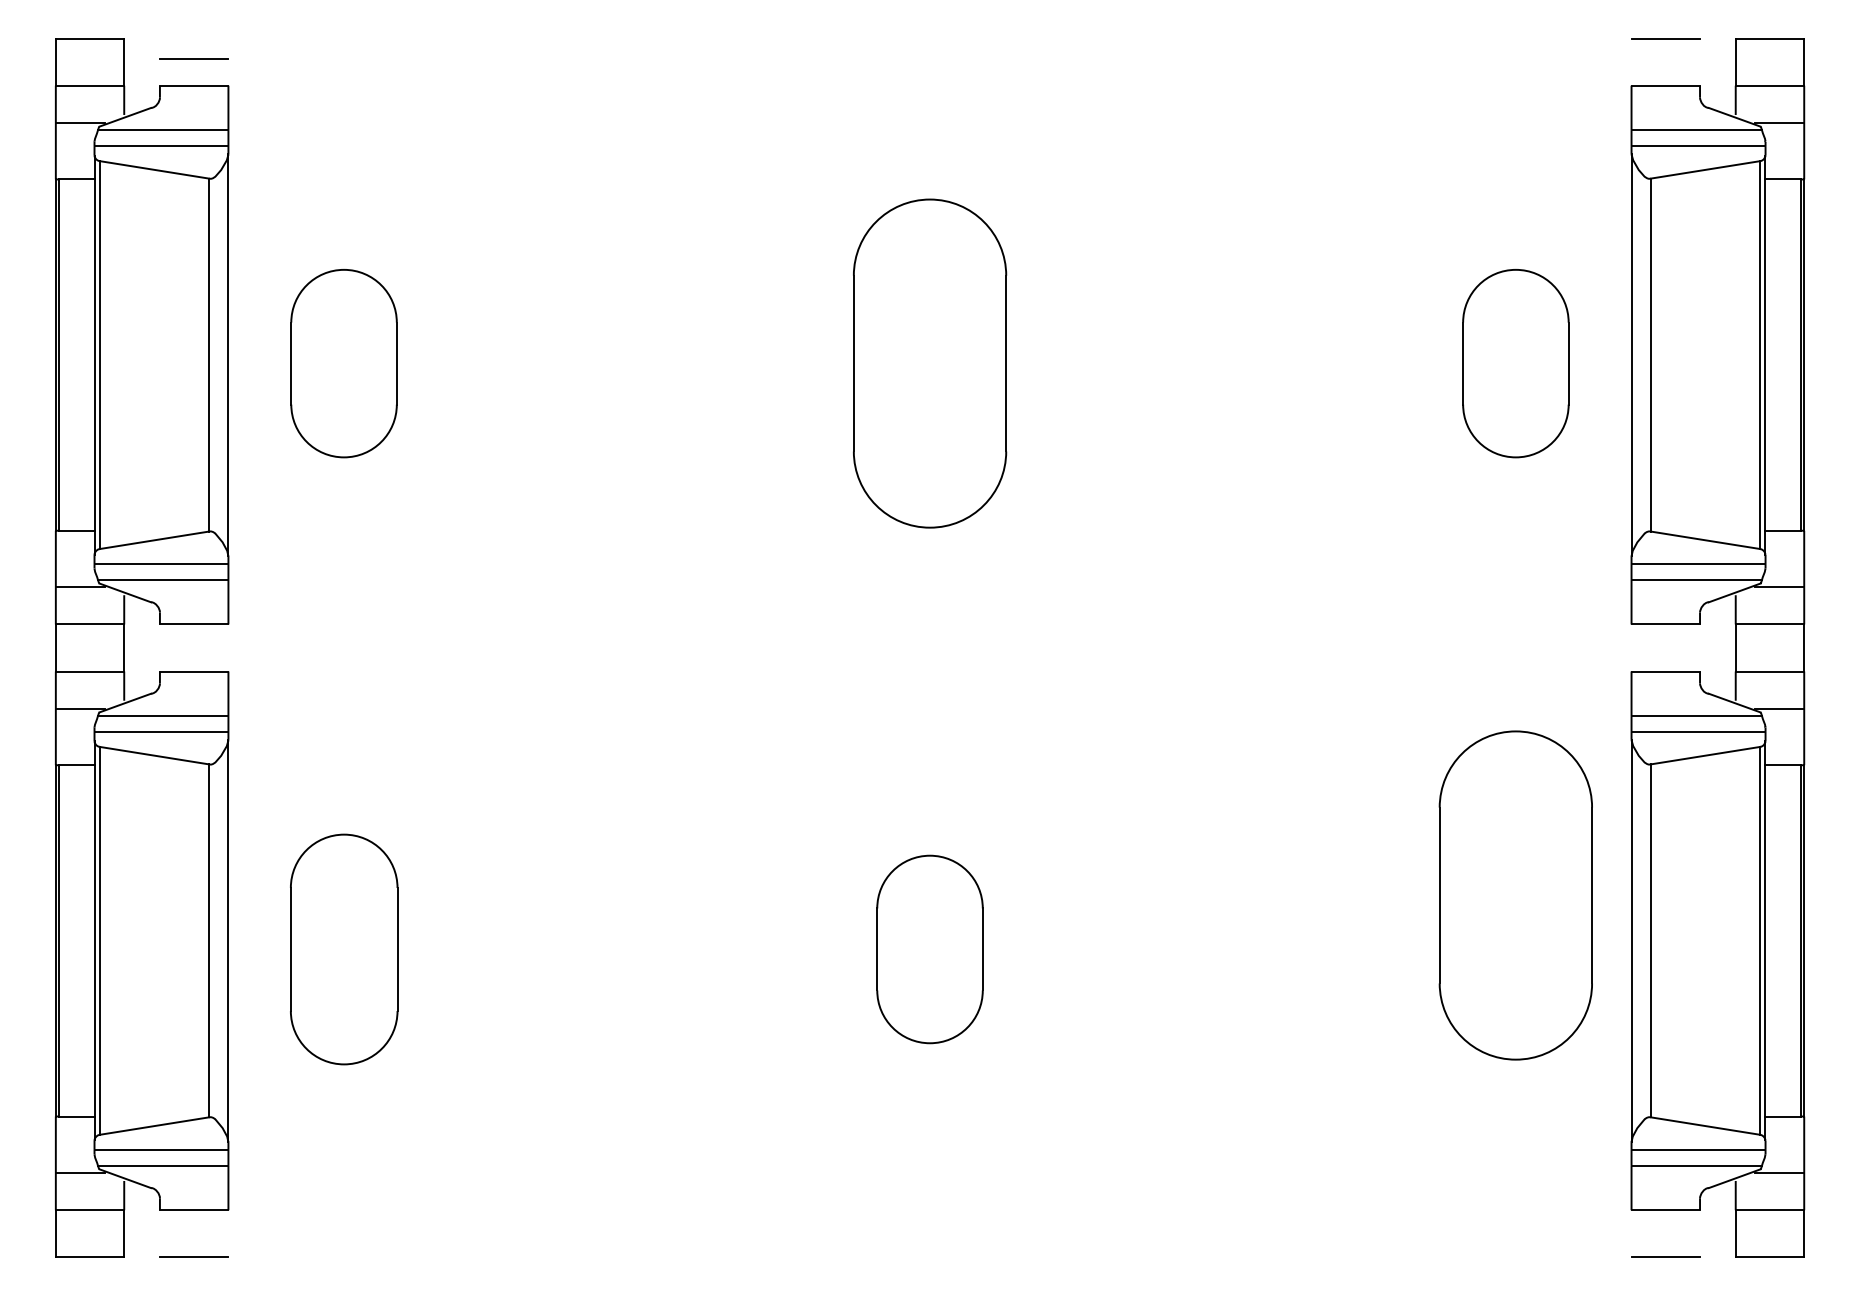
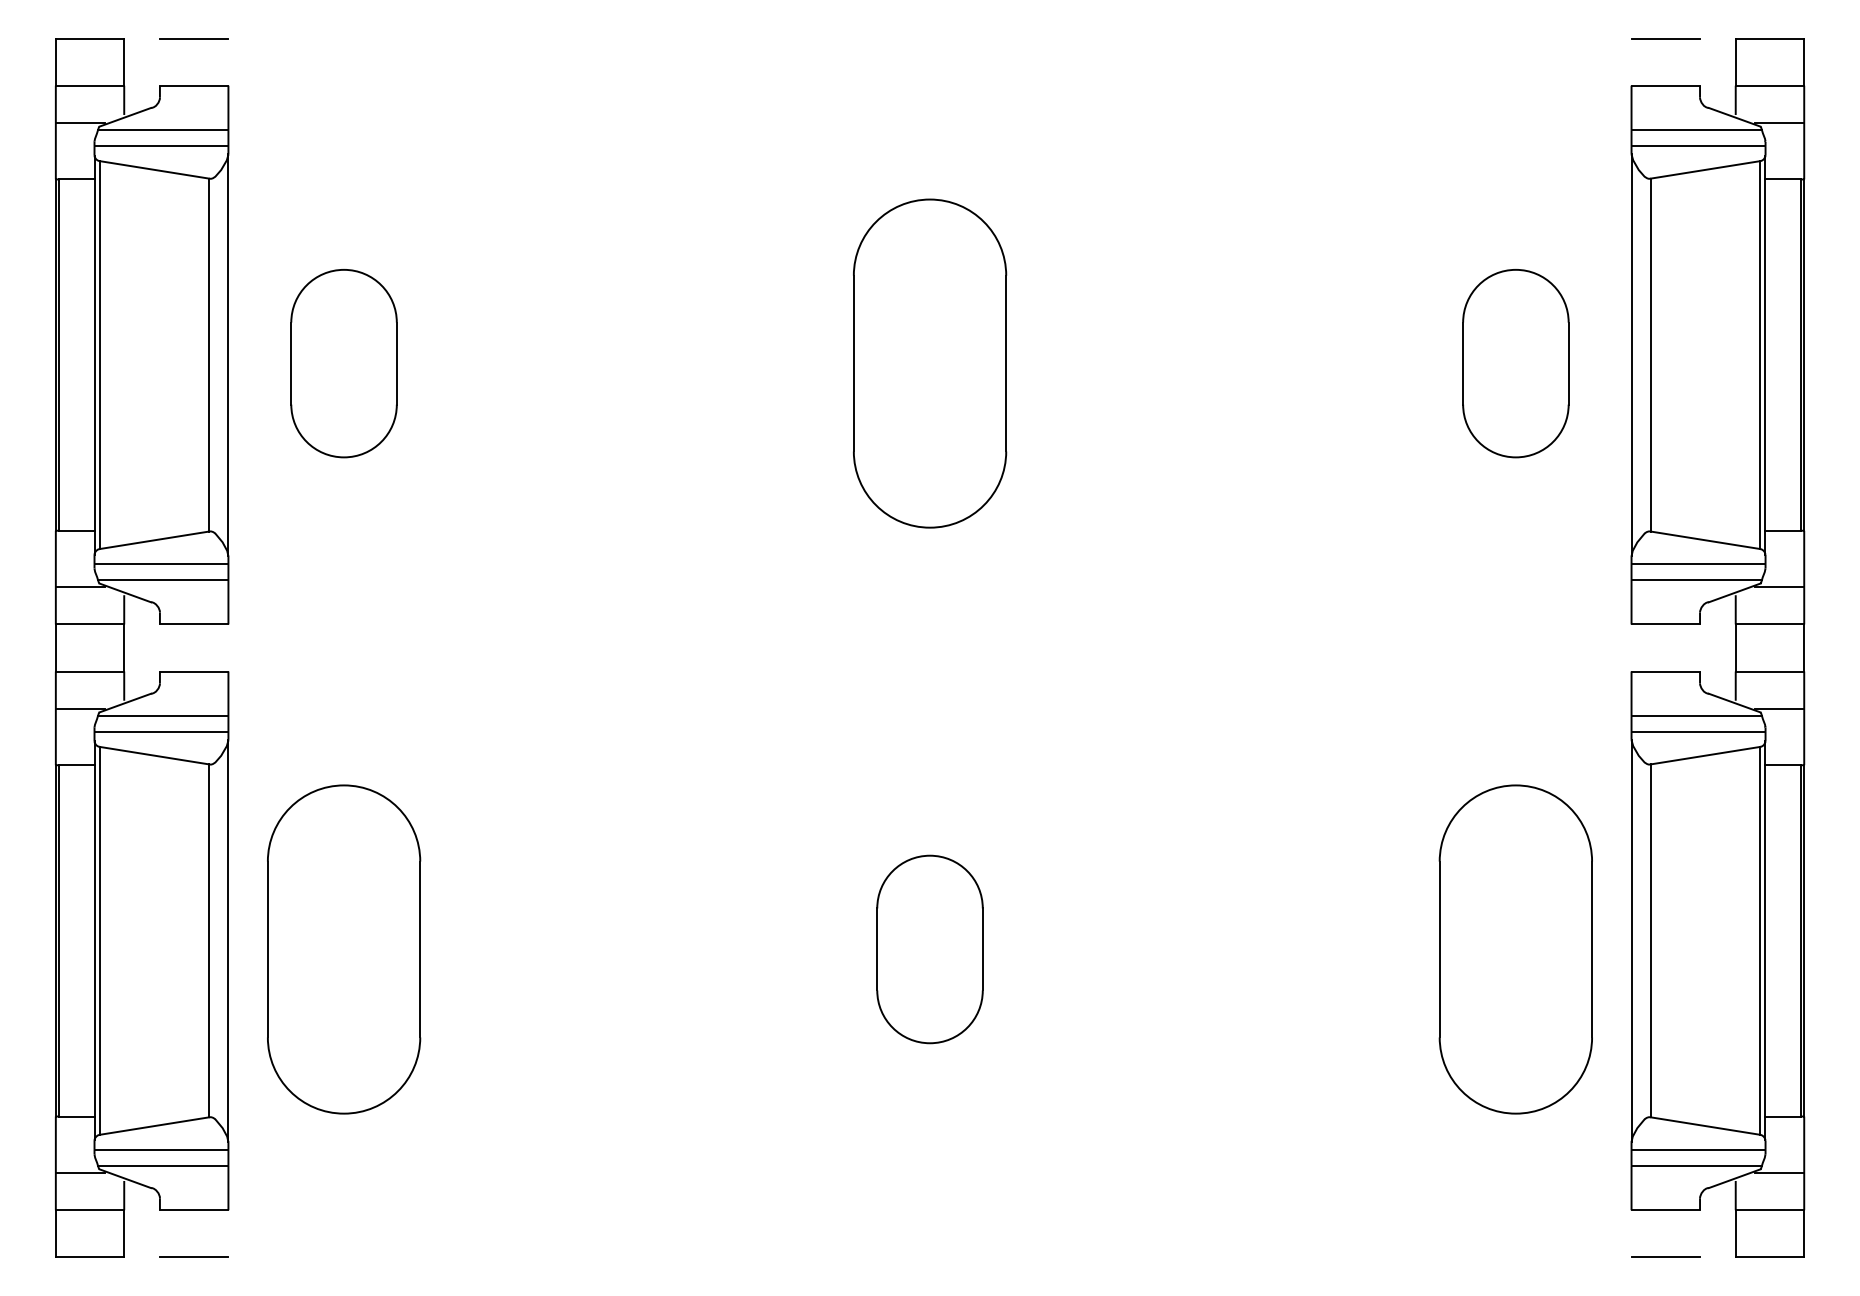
line at (193, 58) position: (193, 58) -> (193, 38)
part at (1515, 895) position: (1515, 895) -> (1515, 949)
part at (344, 949) size: 109x233 px -> 155x331 px
